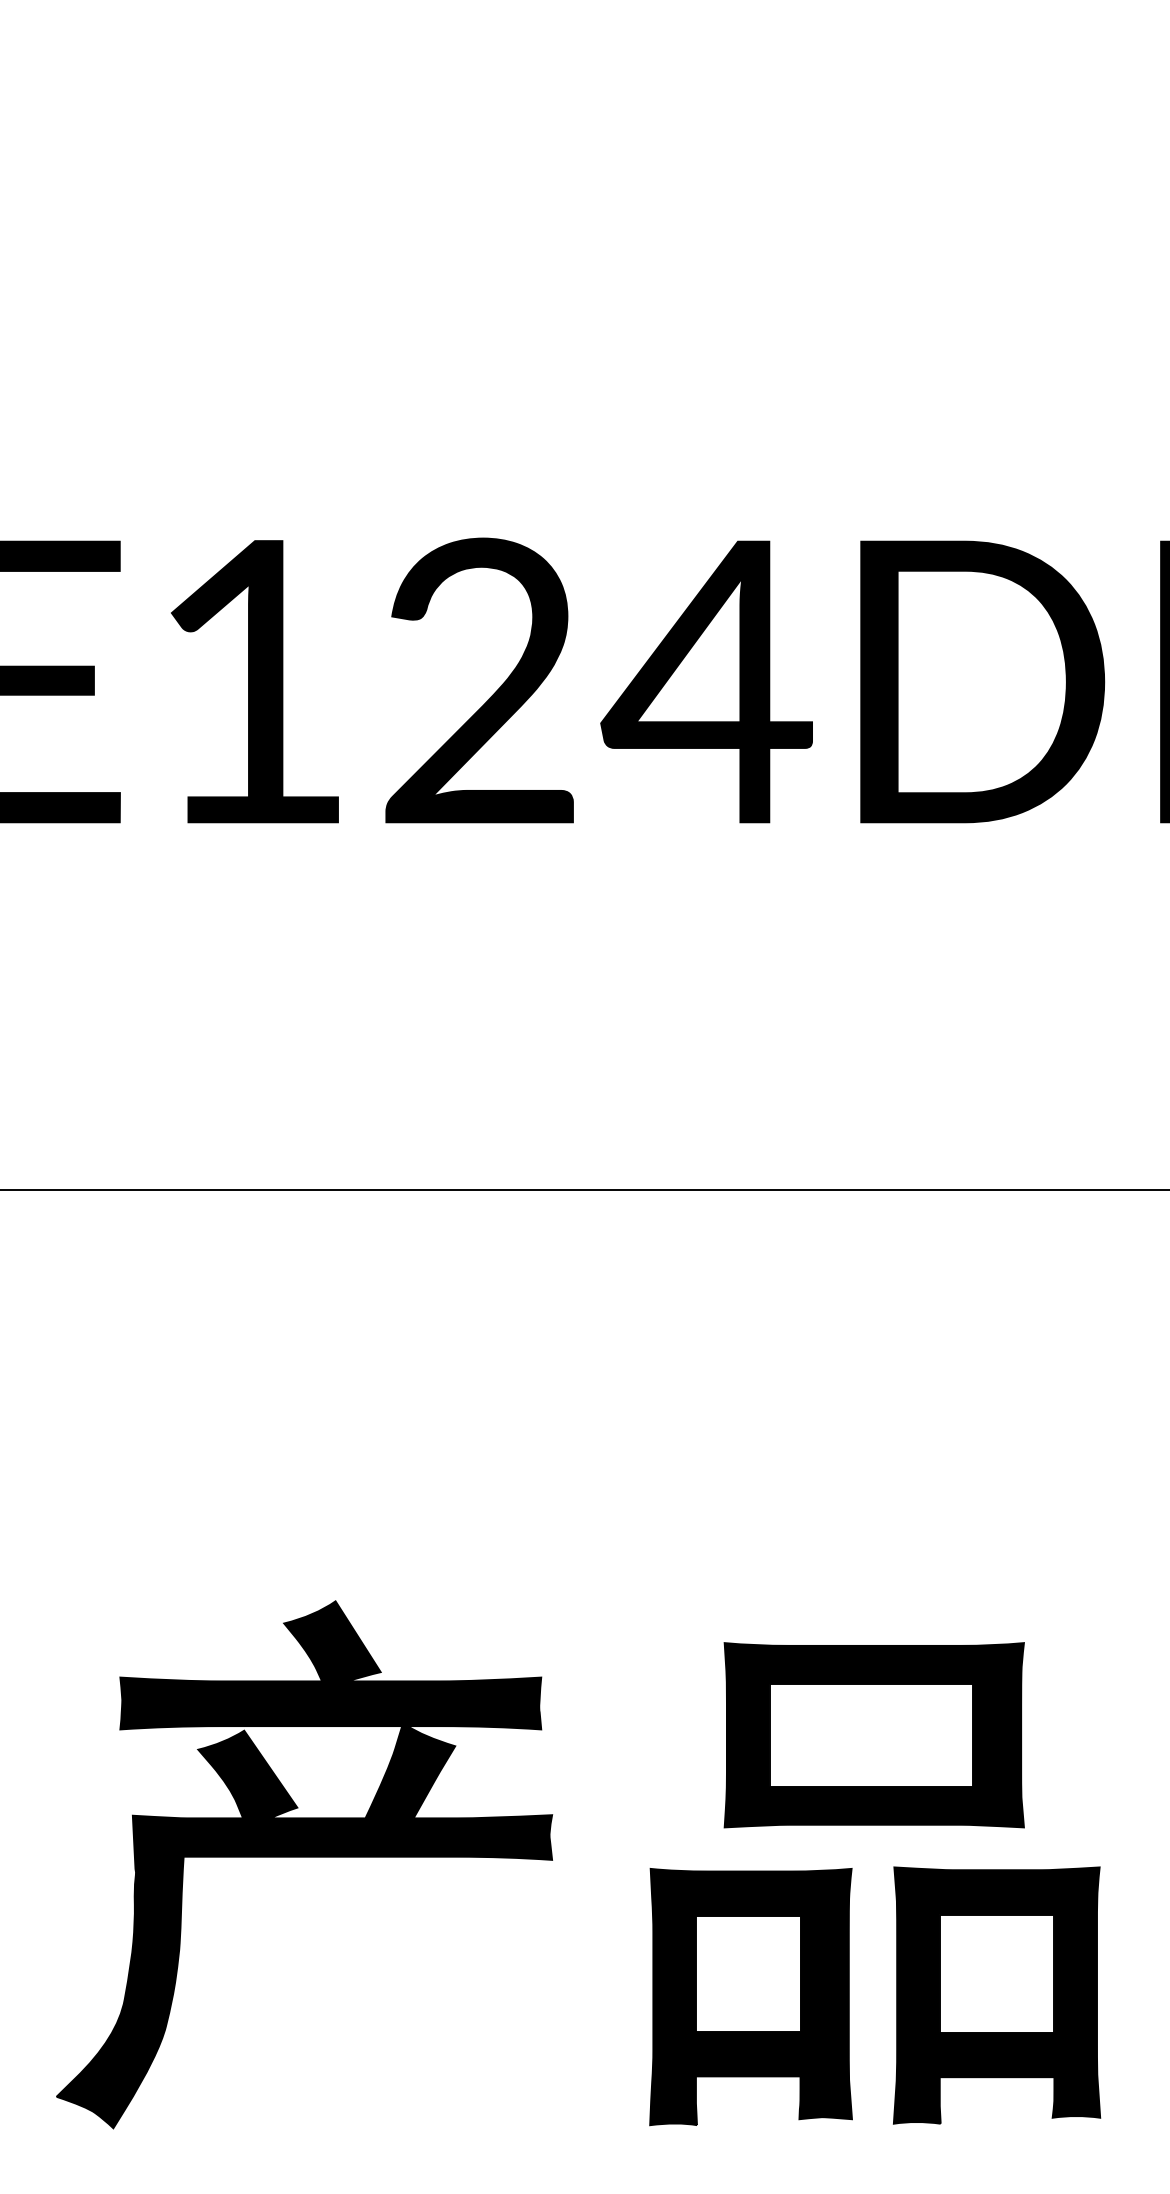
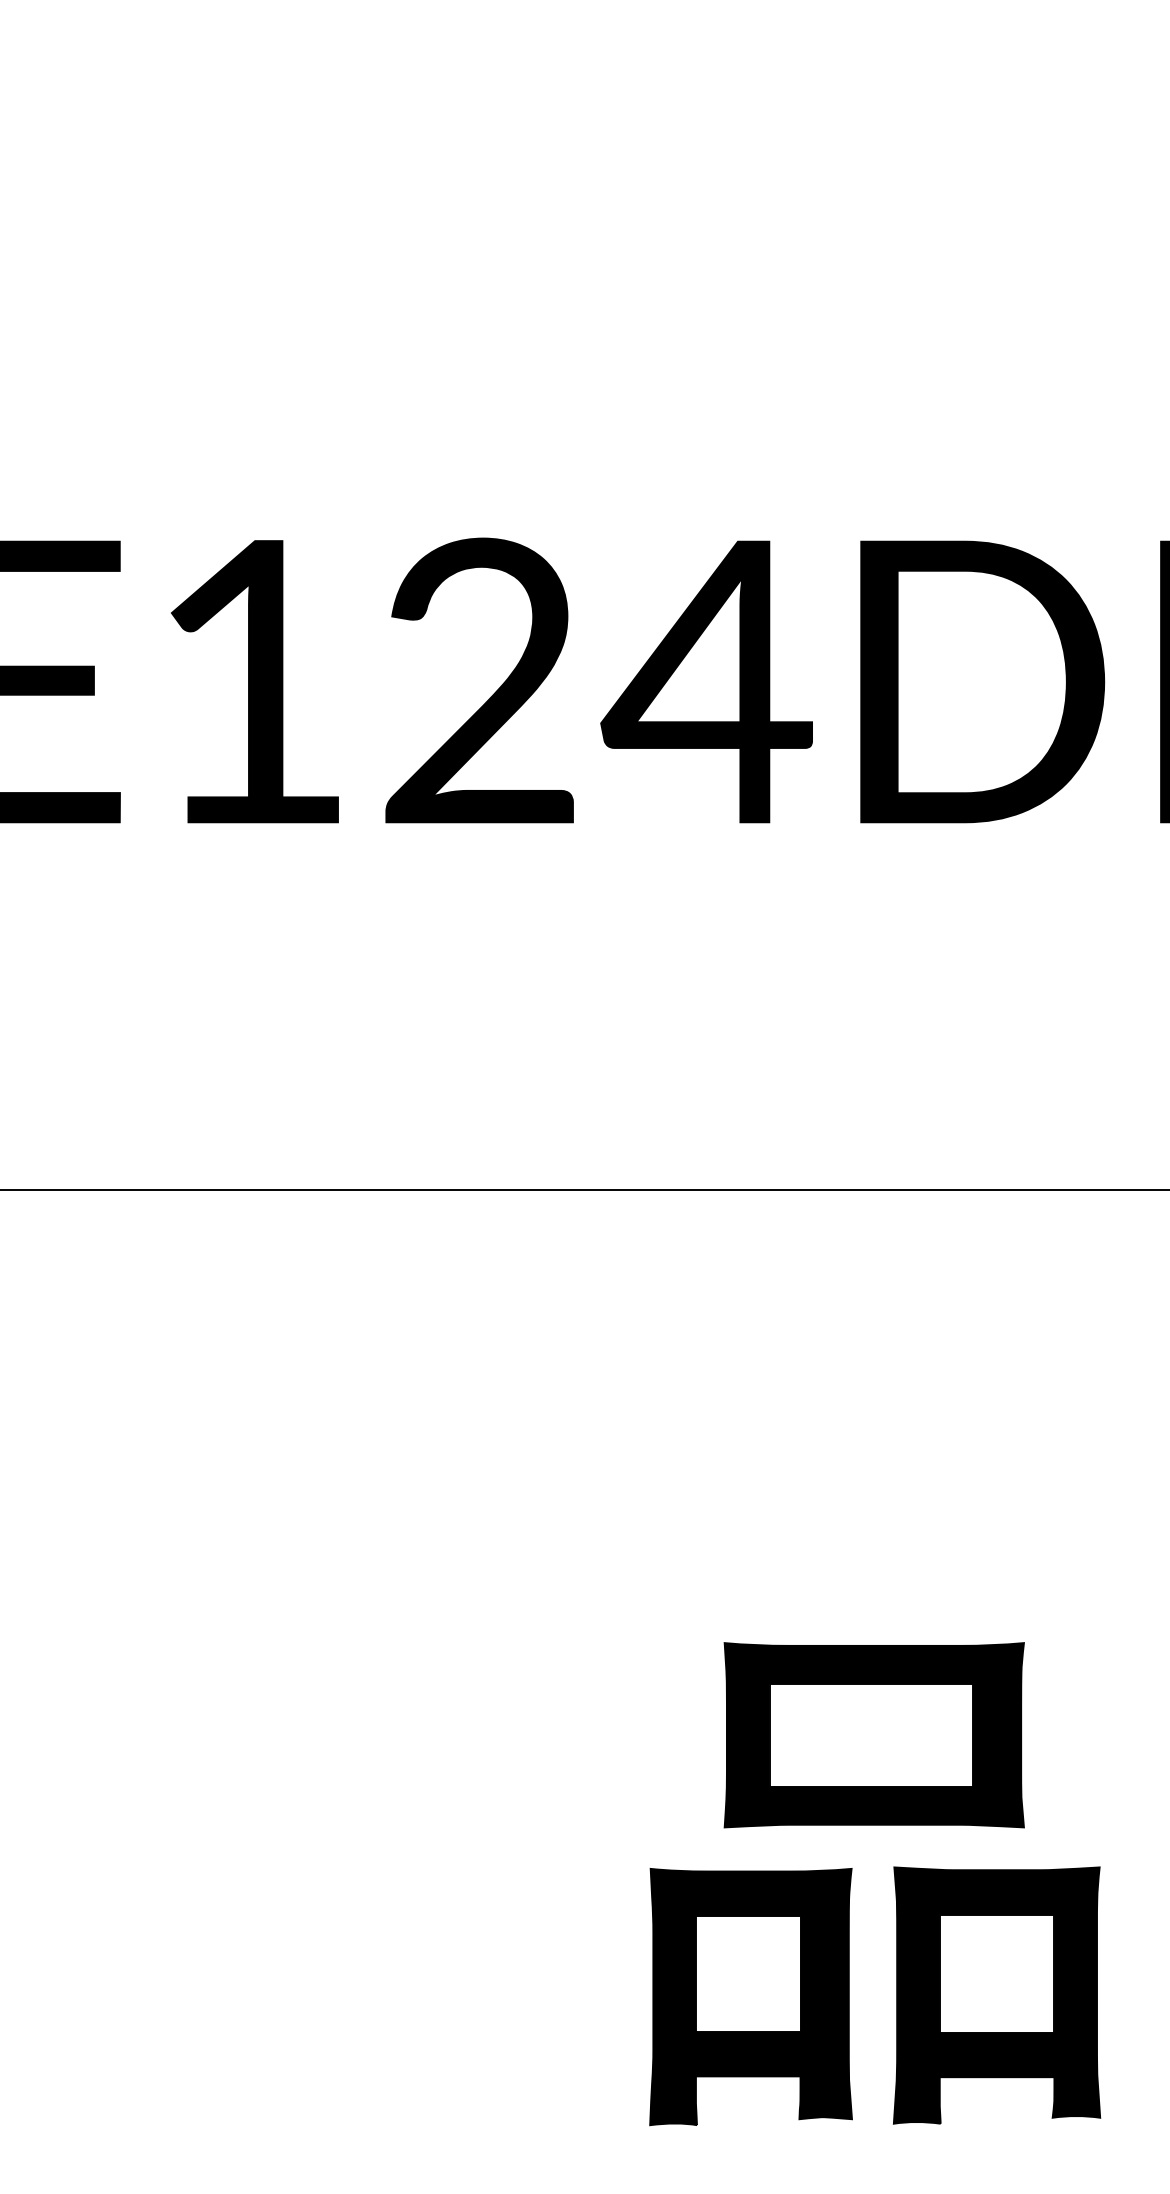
part at (304, 1857): present -> none
